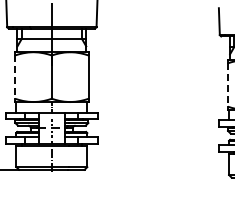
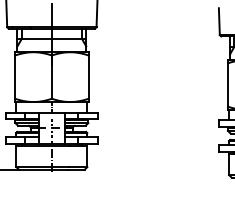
line at (15, 77): dashed -> solid
line at (227, 85): dashed -> solid
